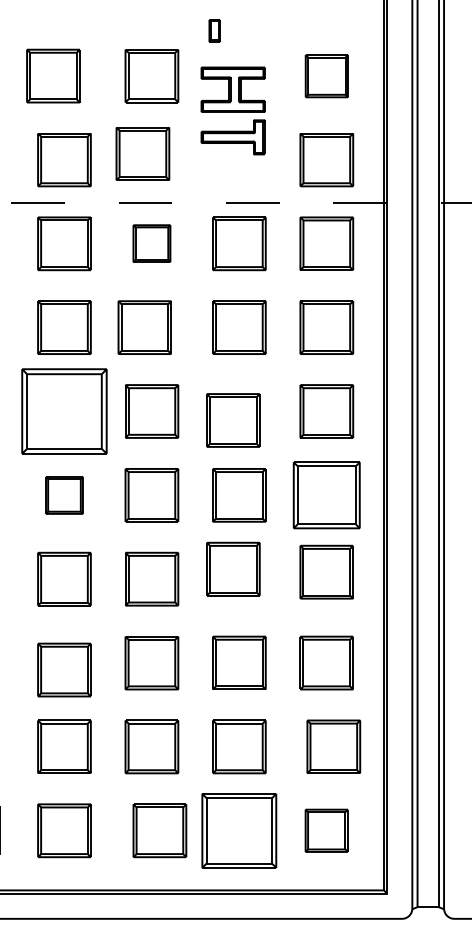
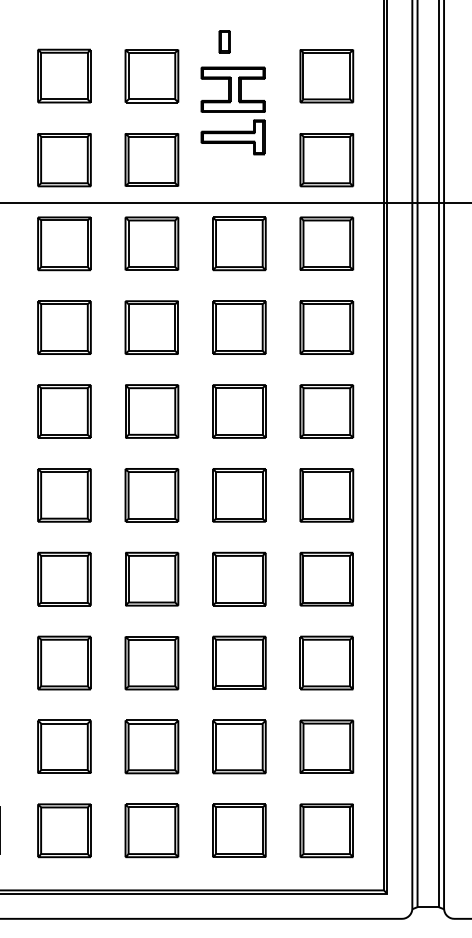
part at (214, 30) position: (214, 30) -> (224, 41)
part at (53, 75) position: (53, 75) -> (64, 75)
part at (326, 76) size: 45x45 px -> 56x55 px
part at (142, 153) position: (142, 153) -> (151, 159)
line at (235, 203): dashed -> solid
part at (151, 243) size: 40x39 px -> 56x55 px
part at (144, 327) position: (144, 327) -> (151, 327)
part at (64, 411) size: 87x87 px -> 55x55 px
part at (233, 420) position: (233, 420) -> (239, 411)
part at (64, 495) size: 39x39 px -> 55x55 px
part at (326, 495) size: 69x69 px -> 56x55 px
part at (233, 568) position: (233, 568) -> (239, 578)
part at (326, 571) position: (326, 571) -> (326, 578)
part at (64, 669) position: (64, 669) -> (64, 662)
part at (333, 746) position: (333, 746) -> (326, 746)
part at (159, 830) position: (159, 830) -> (151, 830)
part at (239, 830) size: 77x76 px -> 55x55 px
part at (326, 830) size: 45x45 px -> 55x56 px
